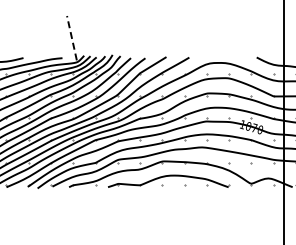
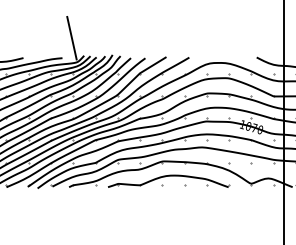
line at (71, 38): dashed -> solid
